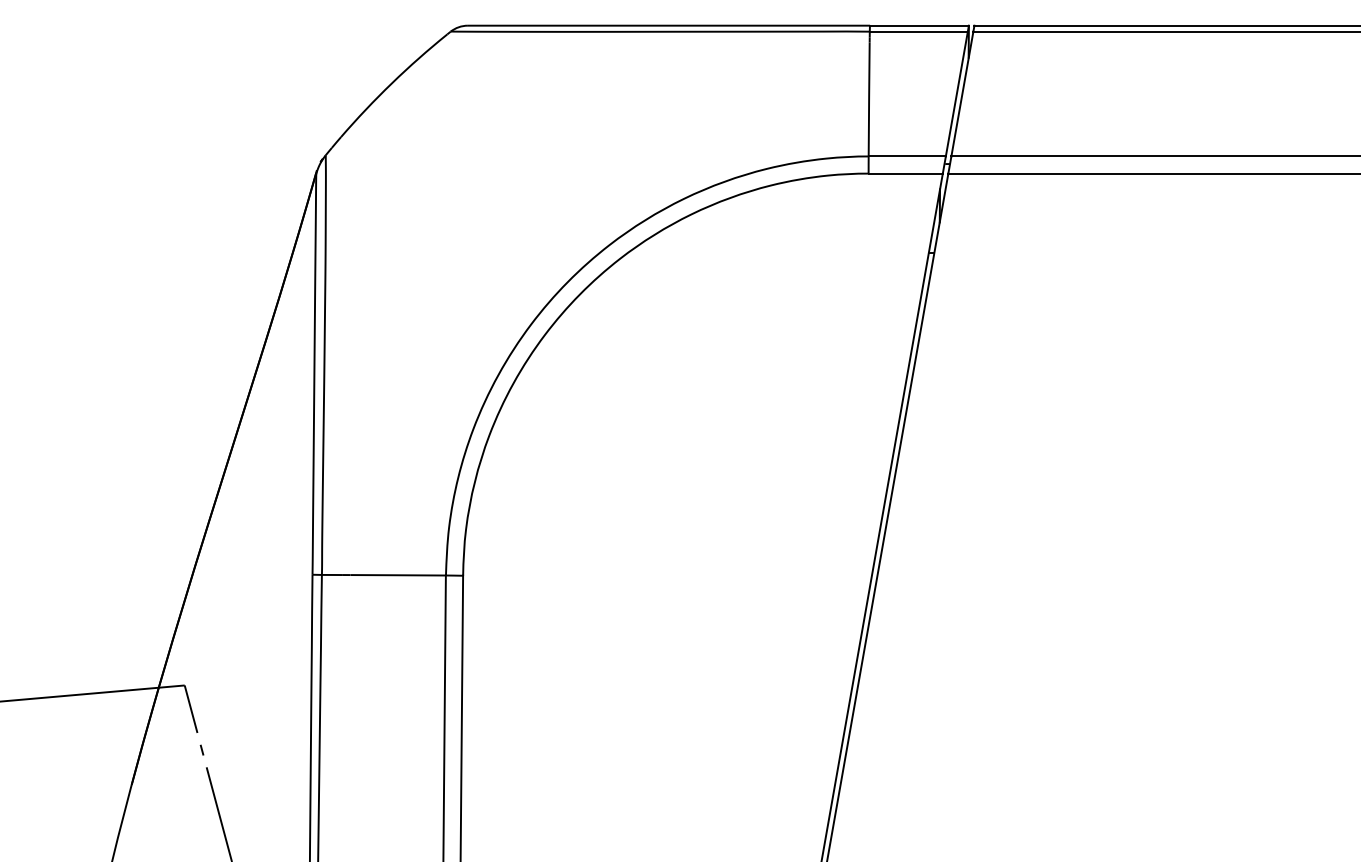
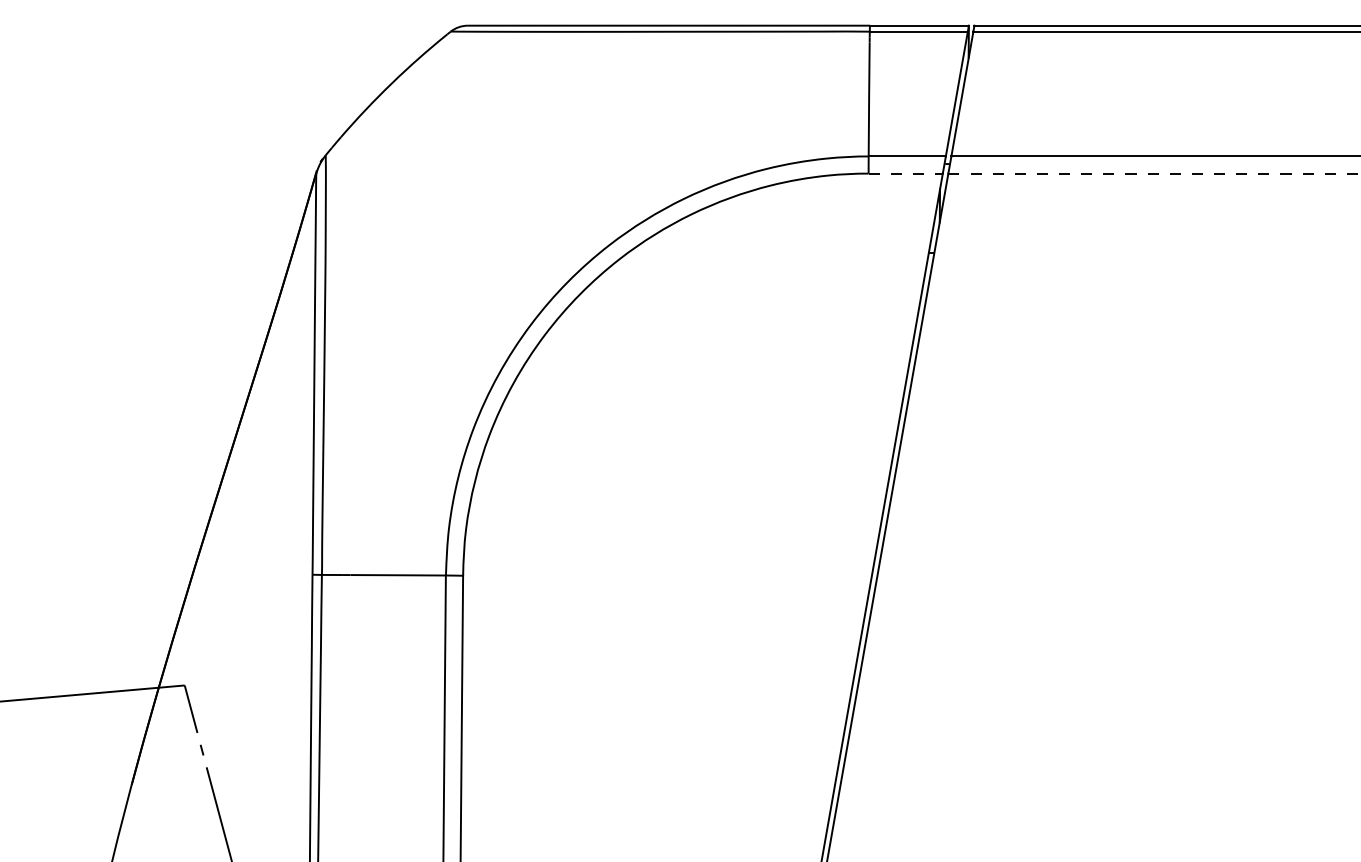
line at (906, 173): solid -> dashed
line at (1155, 173): solid -> dashed
